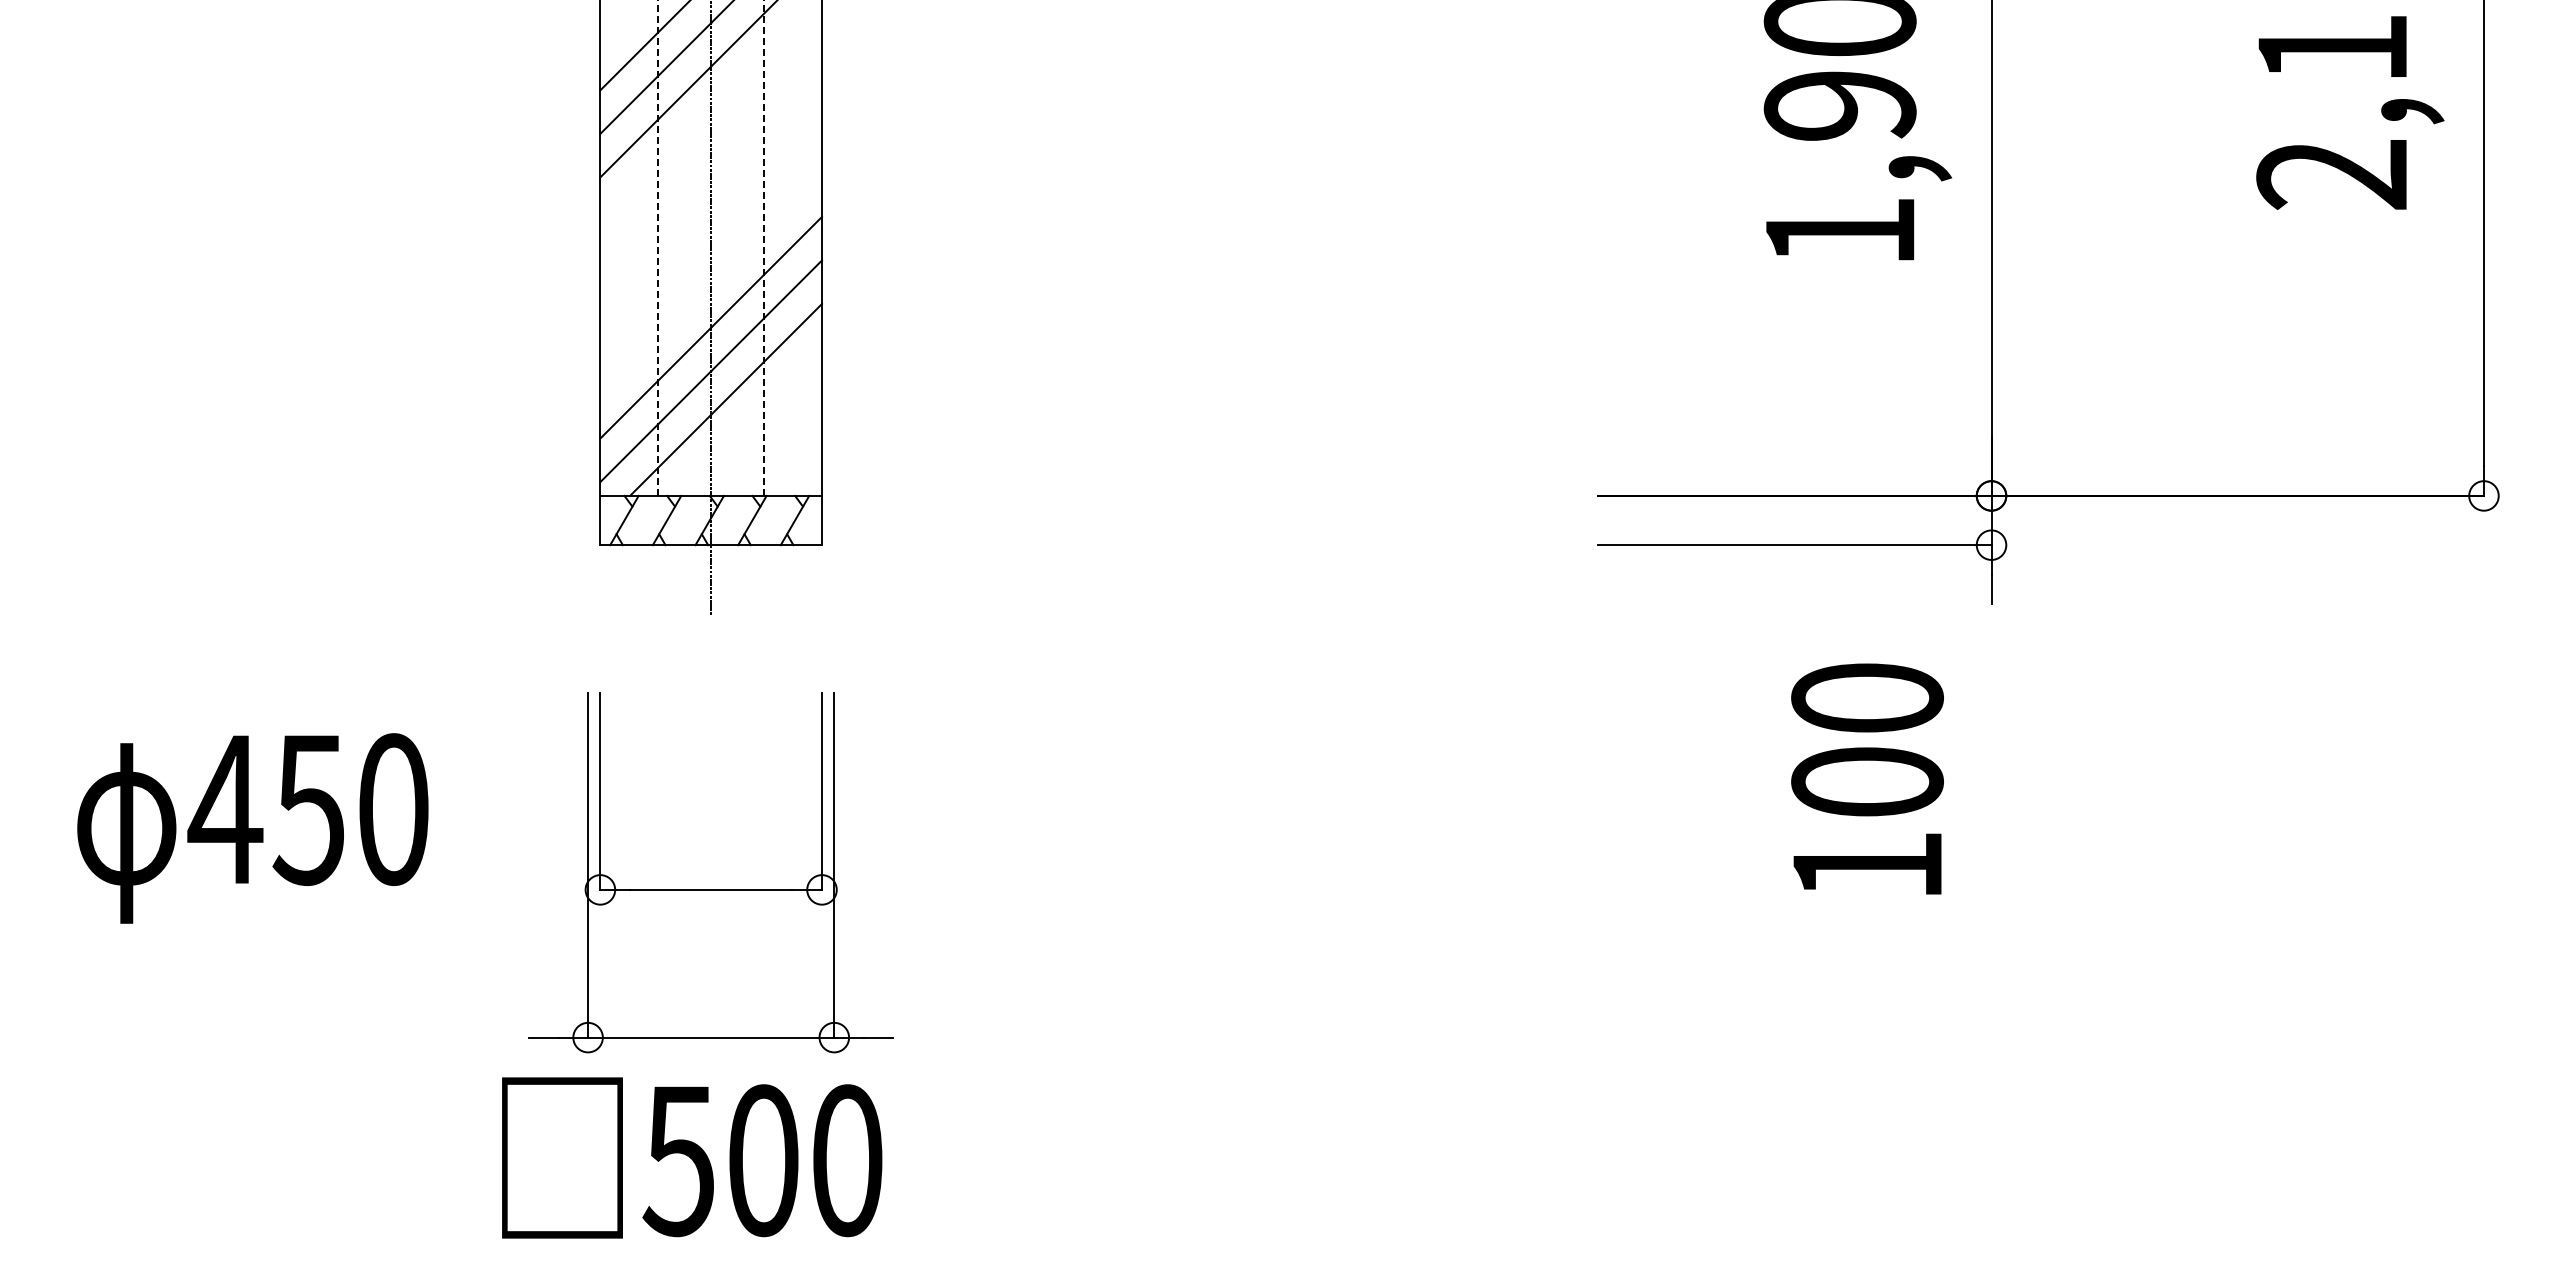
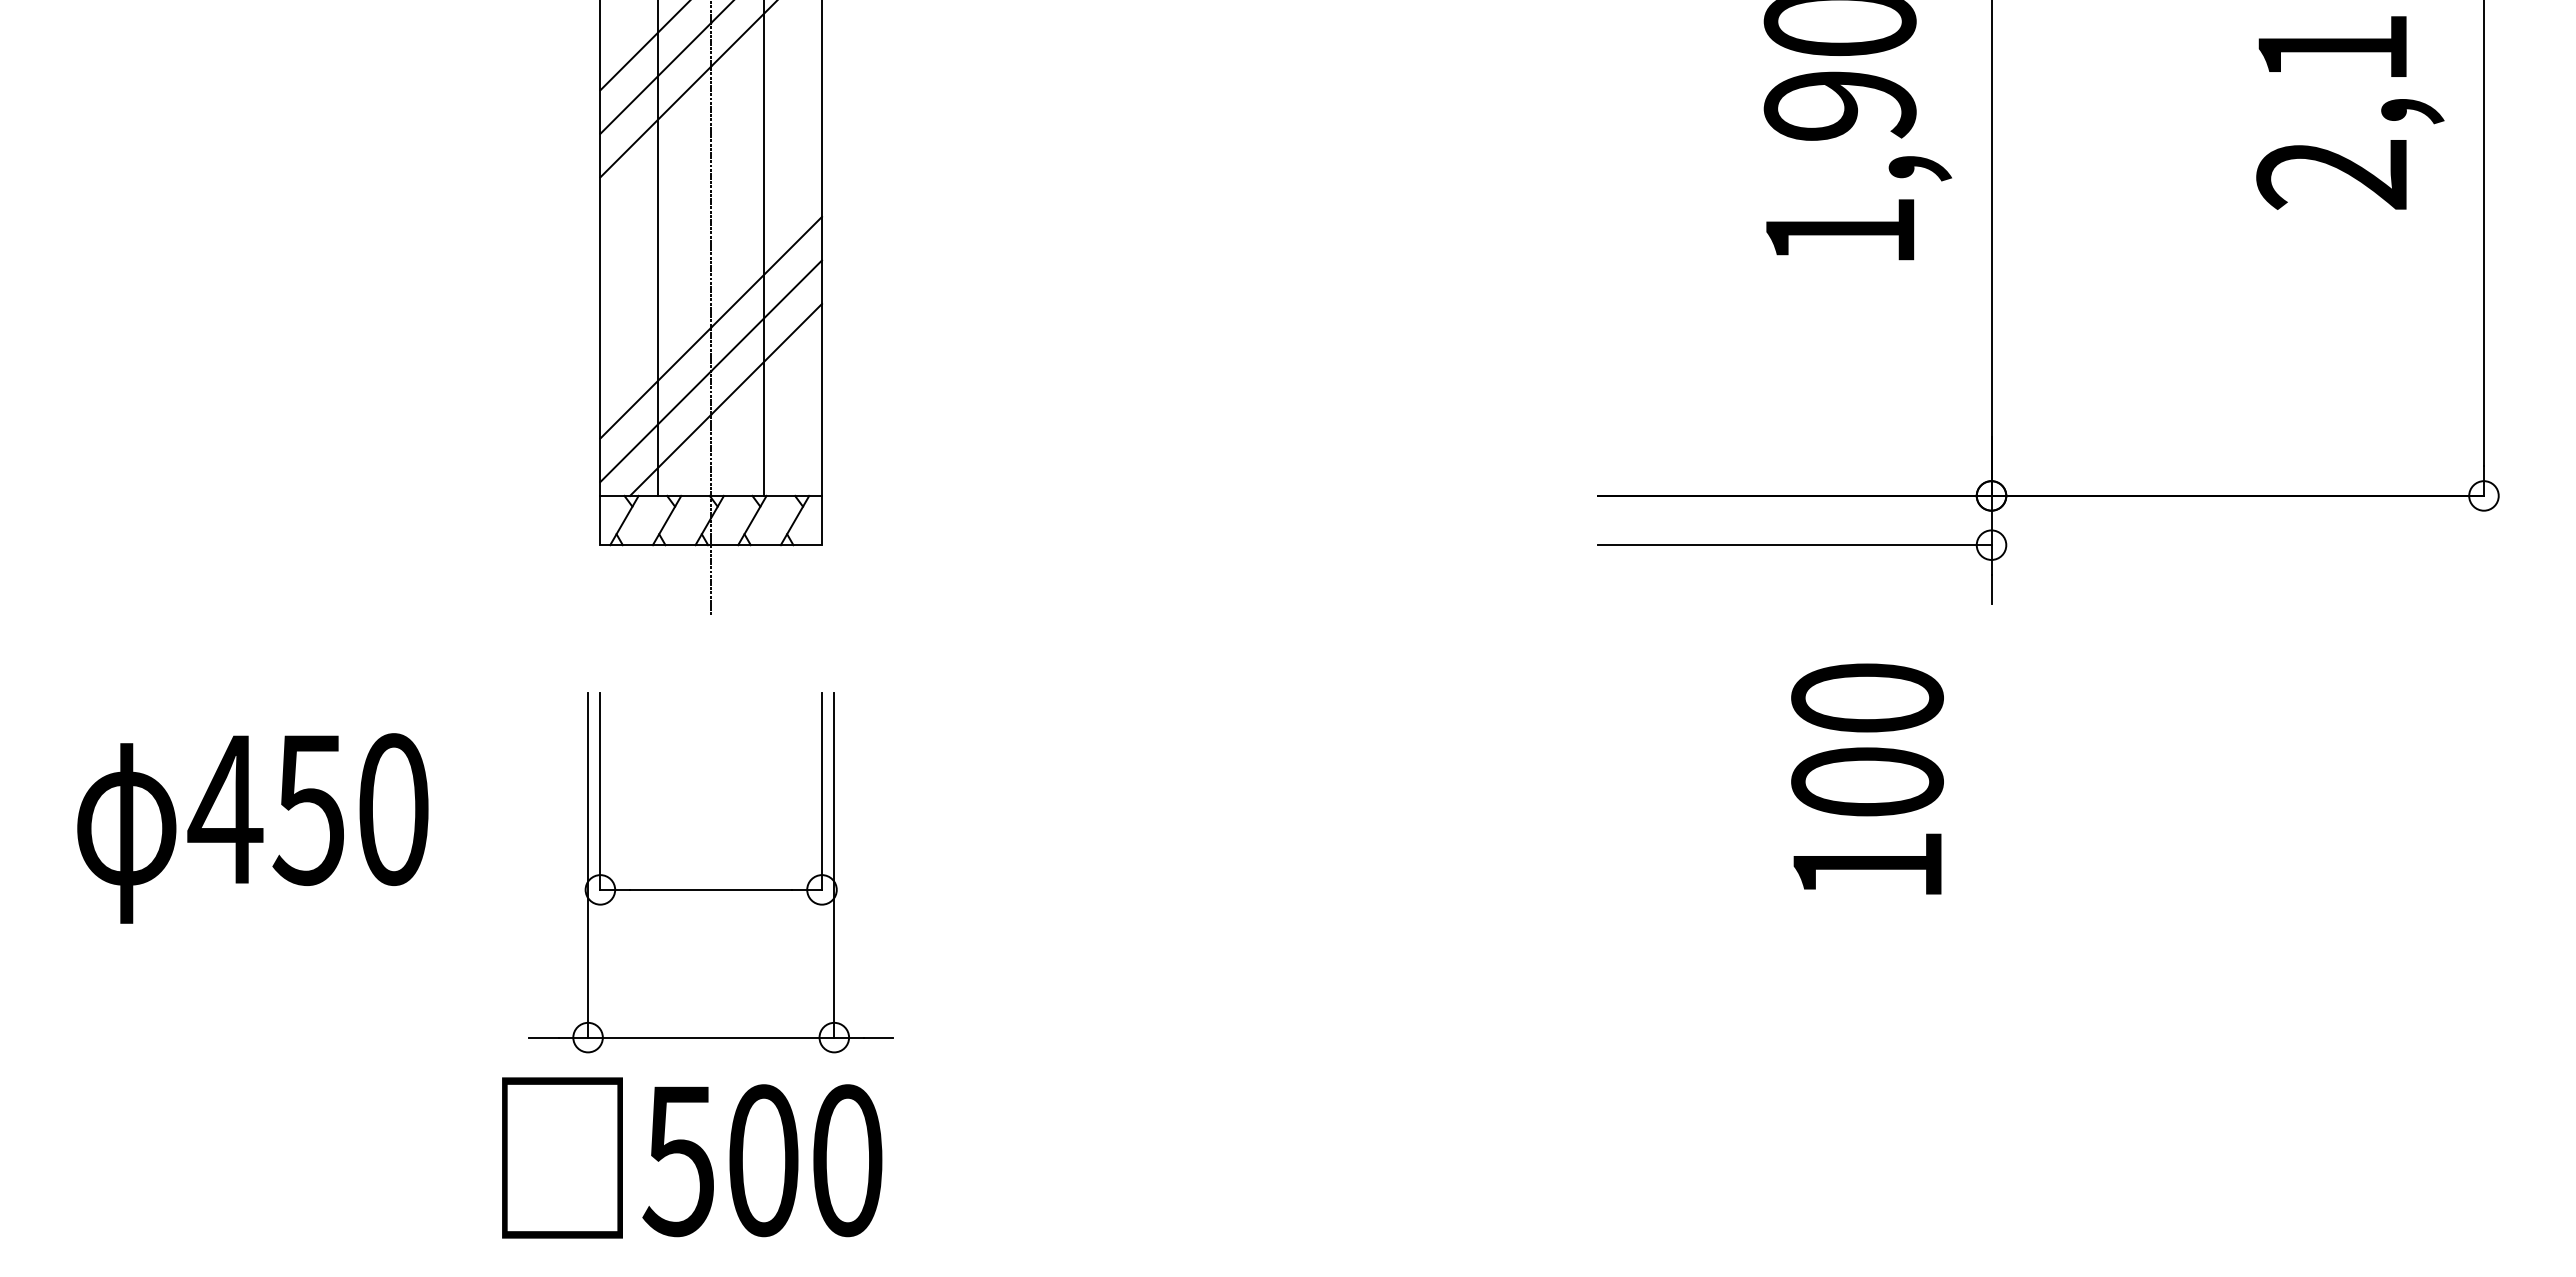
line at (764, 247): dashed -> solid
line at (657, 248): dashed -> solid
